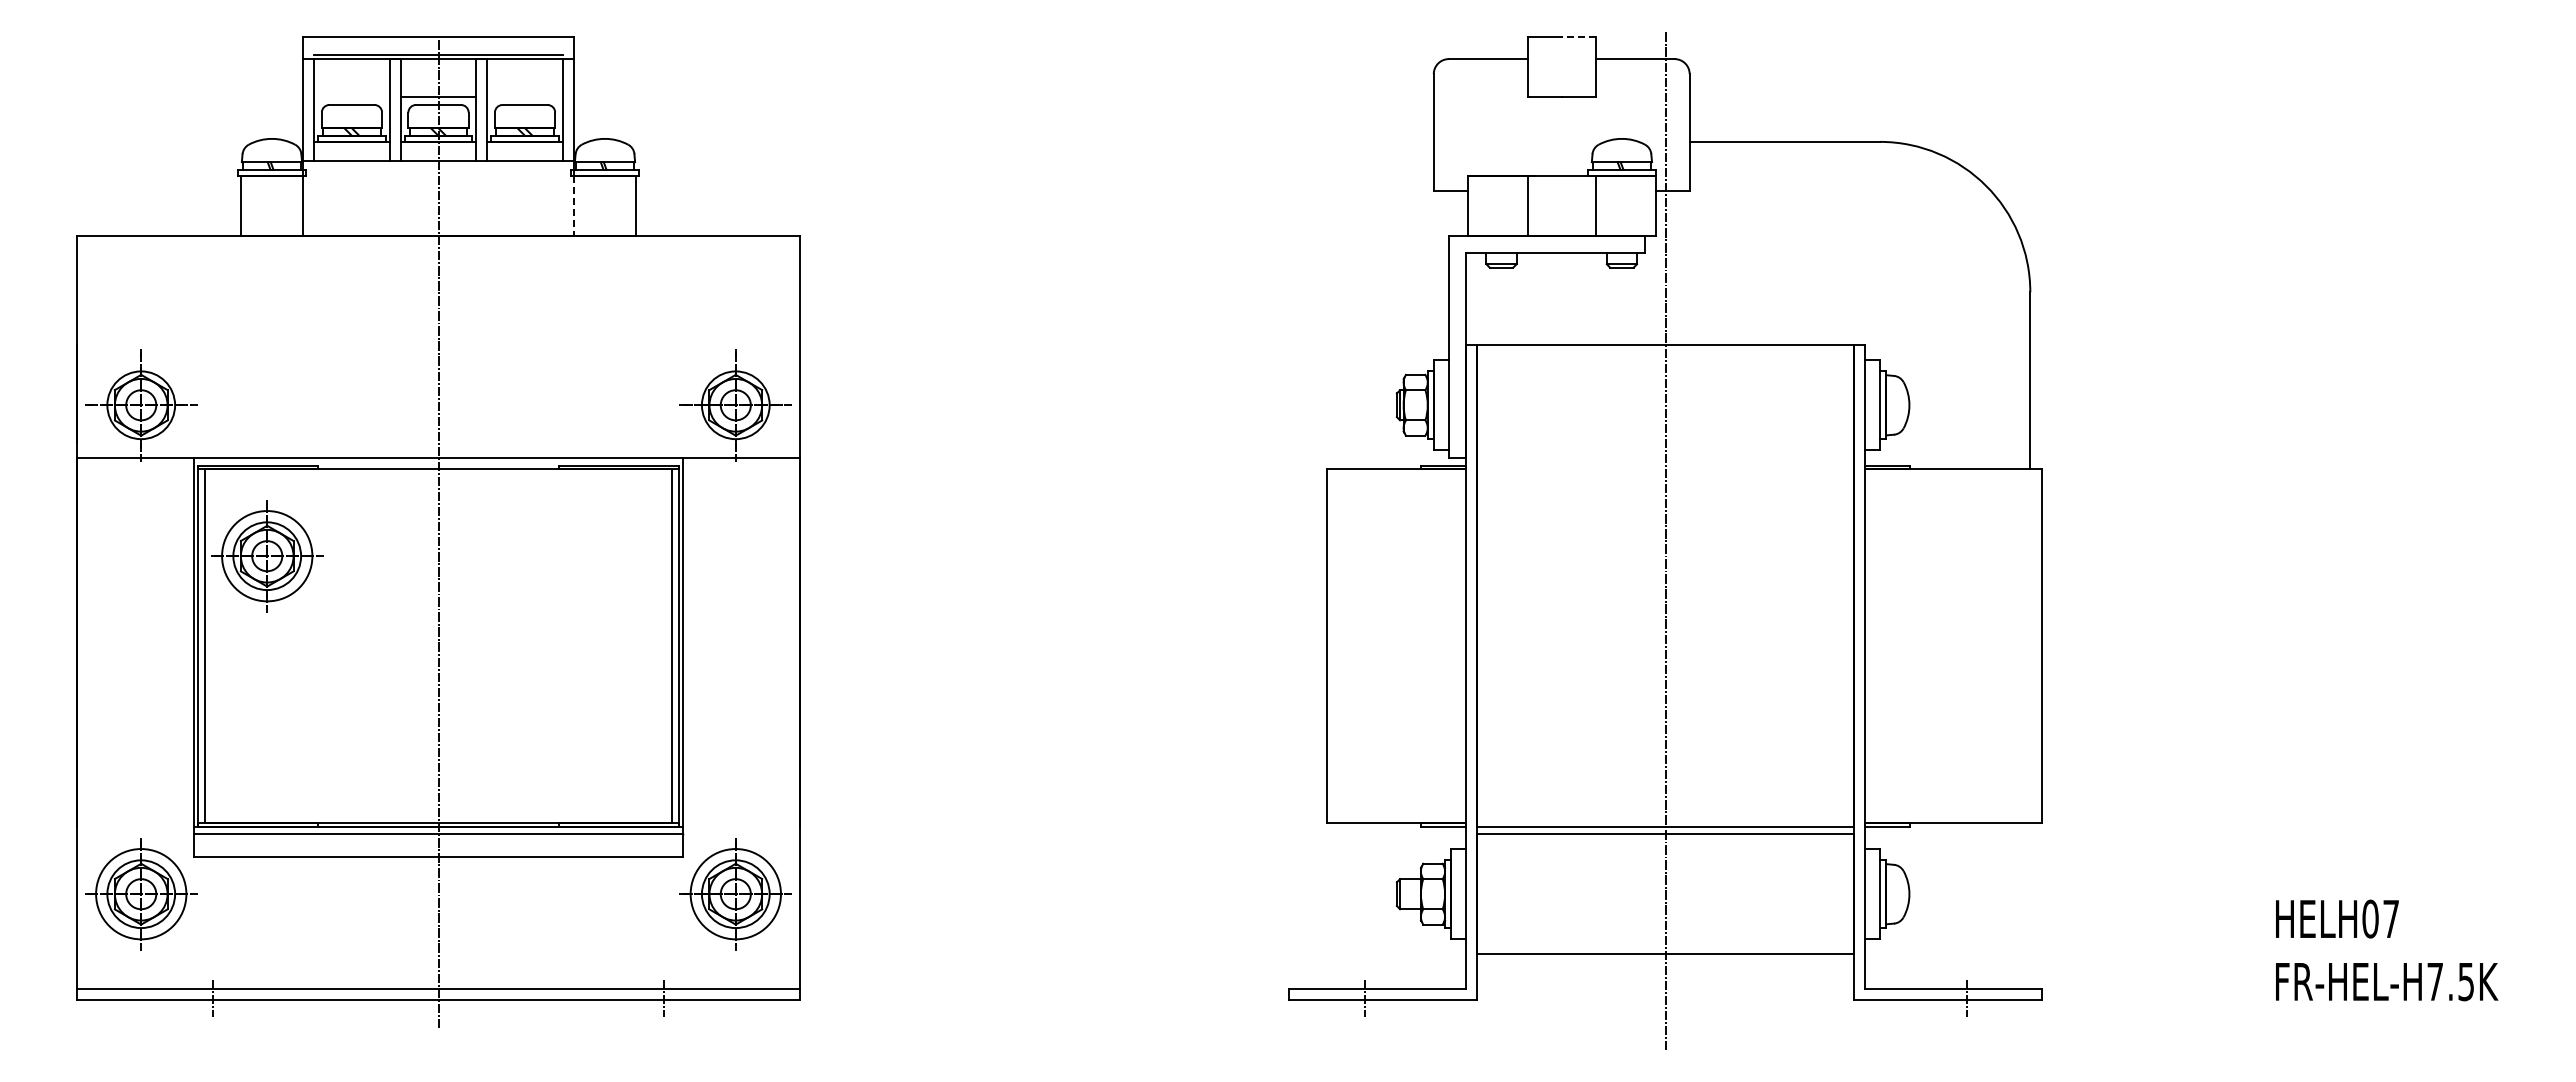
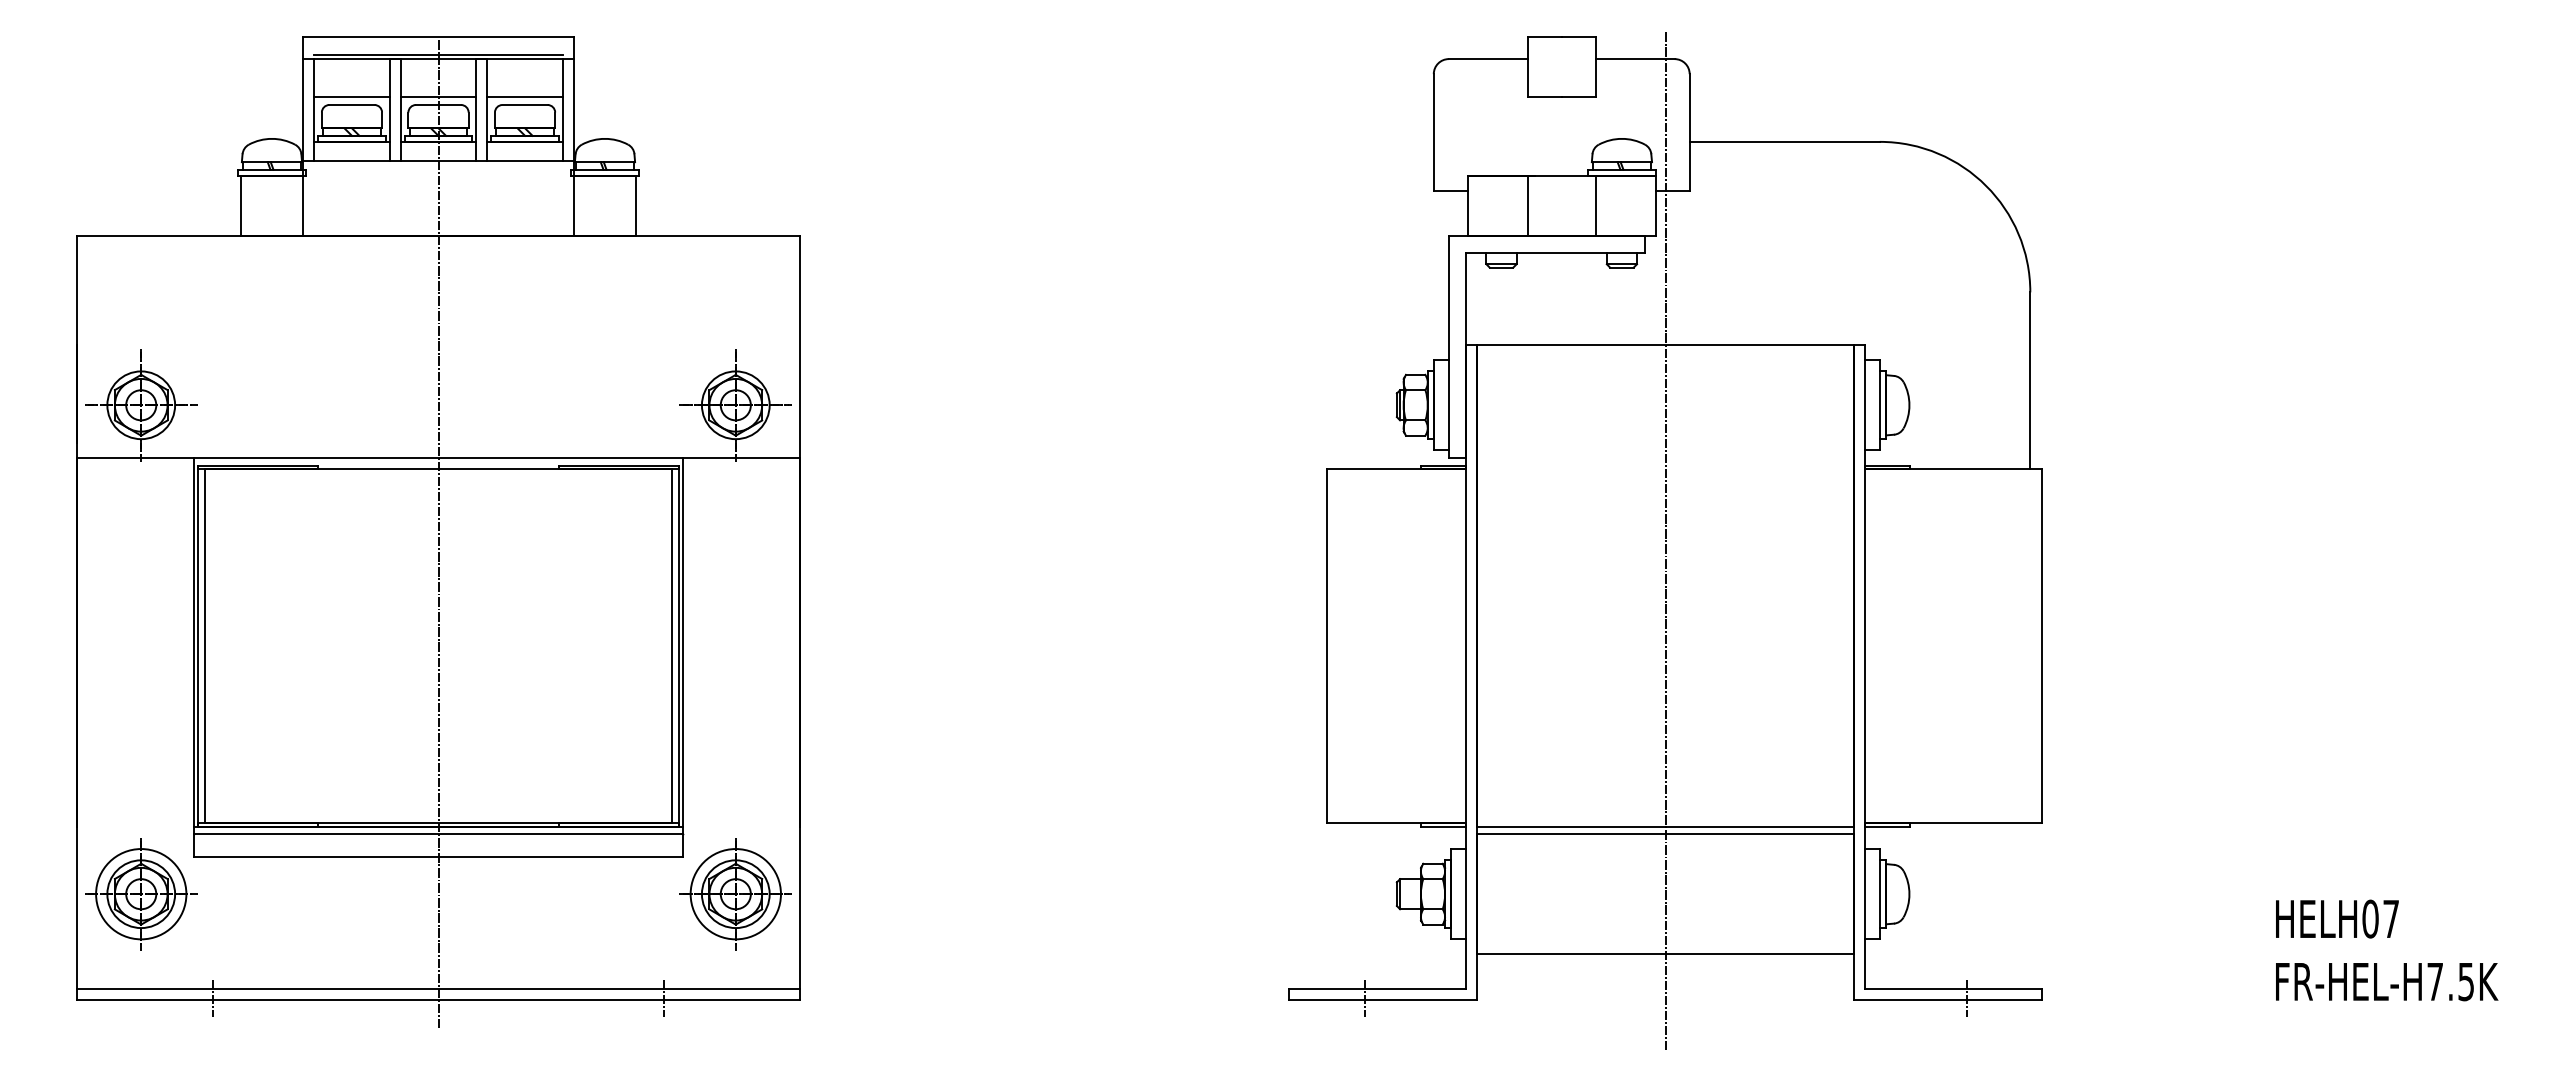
line at (1578, 36): dashed -> solid
line at (351, 96): none -> present
line at (524, 96): none -> present
line at (574, 206): dashed -> solid
part at (267, 556): present -> none
